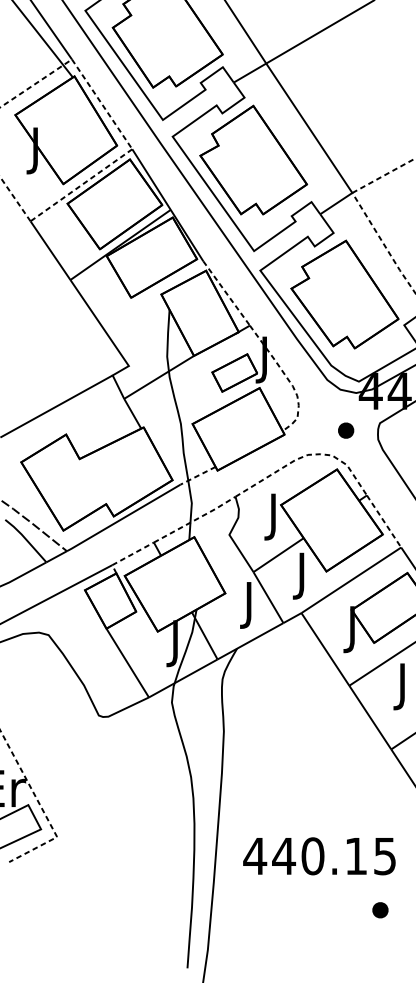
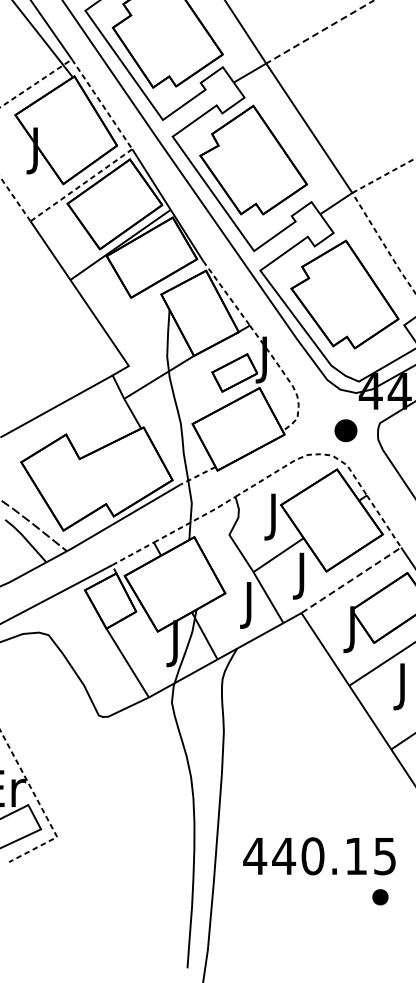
line at (320, 31): solid -> dashed
part at (346, 430) size: 17x17 px -> 24x24 px
line at (351, 580): solid -> dashed
part at (380, 910) position: (380, 910) -> (380, 897)
